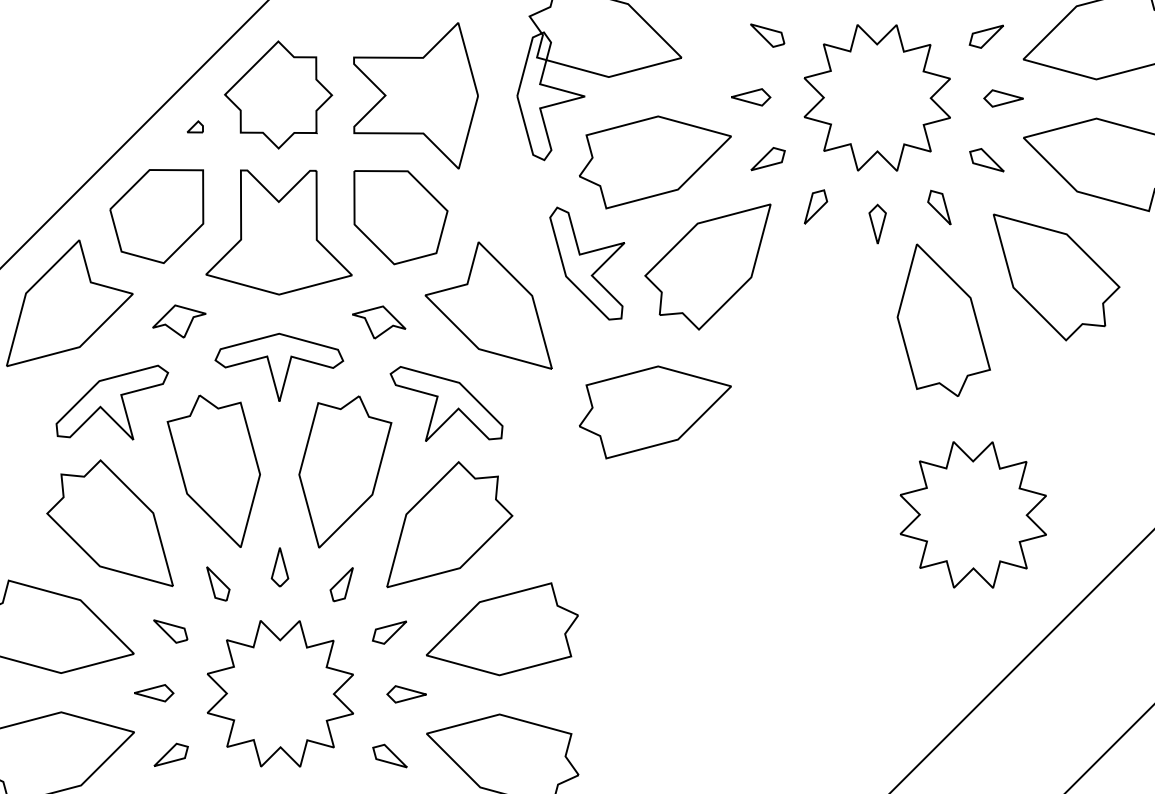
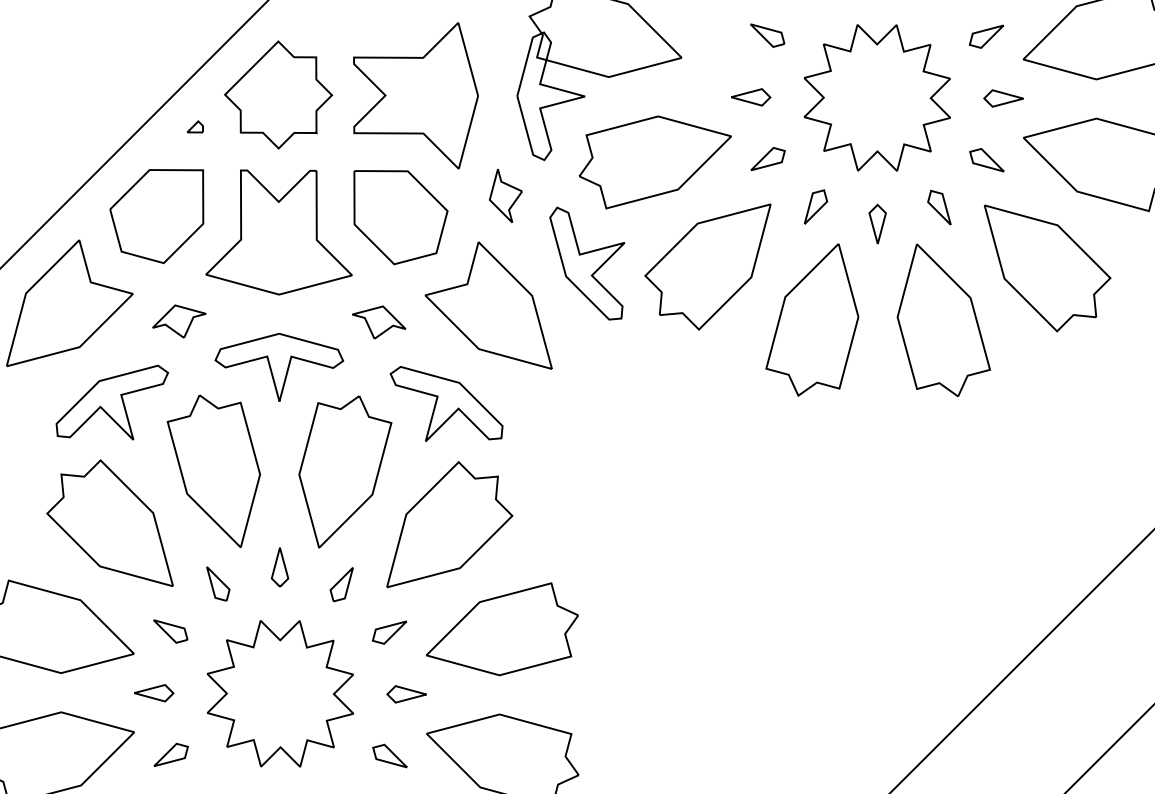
part at (505, 195): none -> present
part at (1056, 277) position: (1056, 277) -> (1047, 268)
part at (812, 319): none -> present
part at (654, 412): present -> none
part at (972, 514): present -> none
